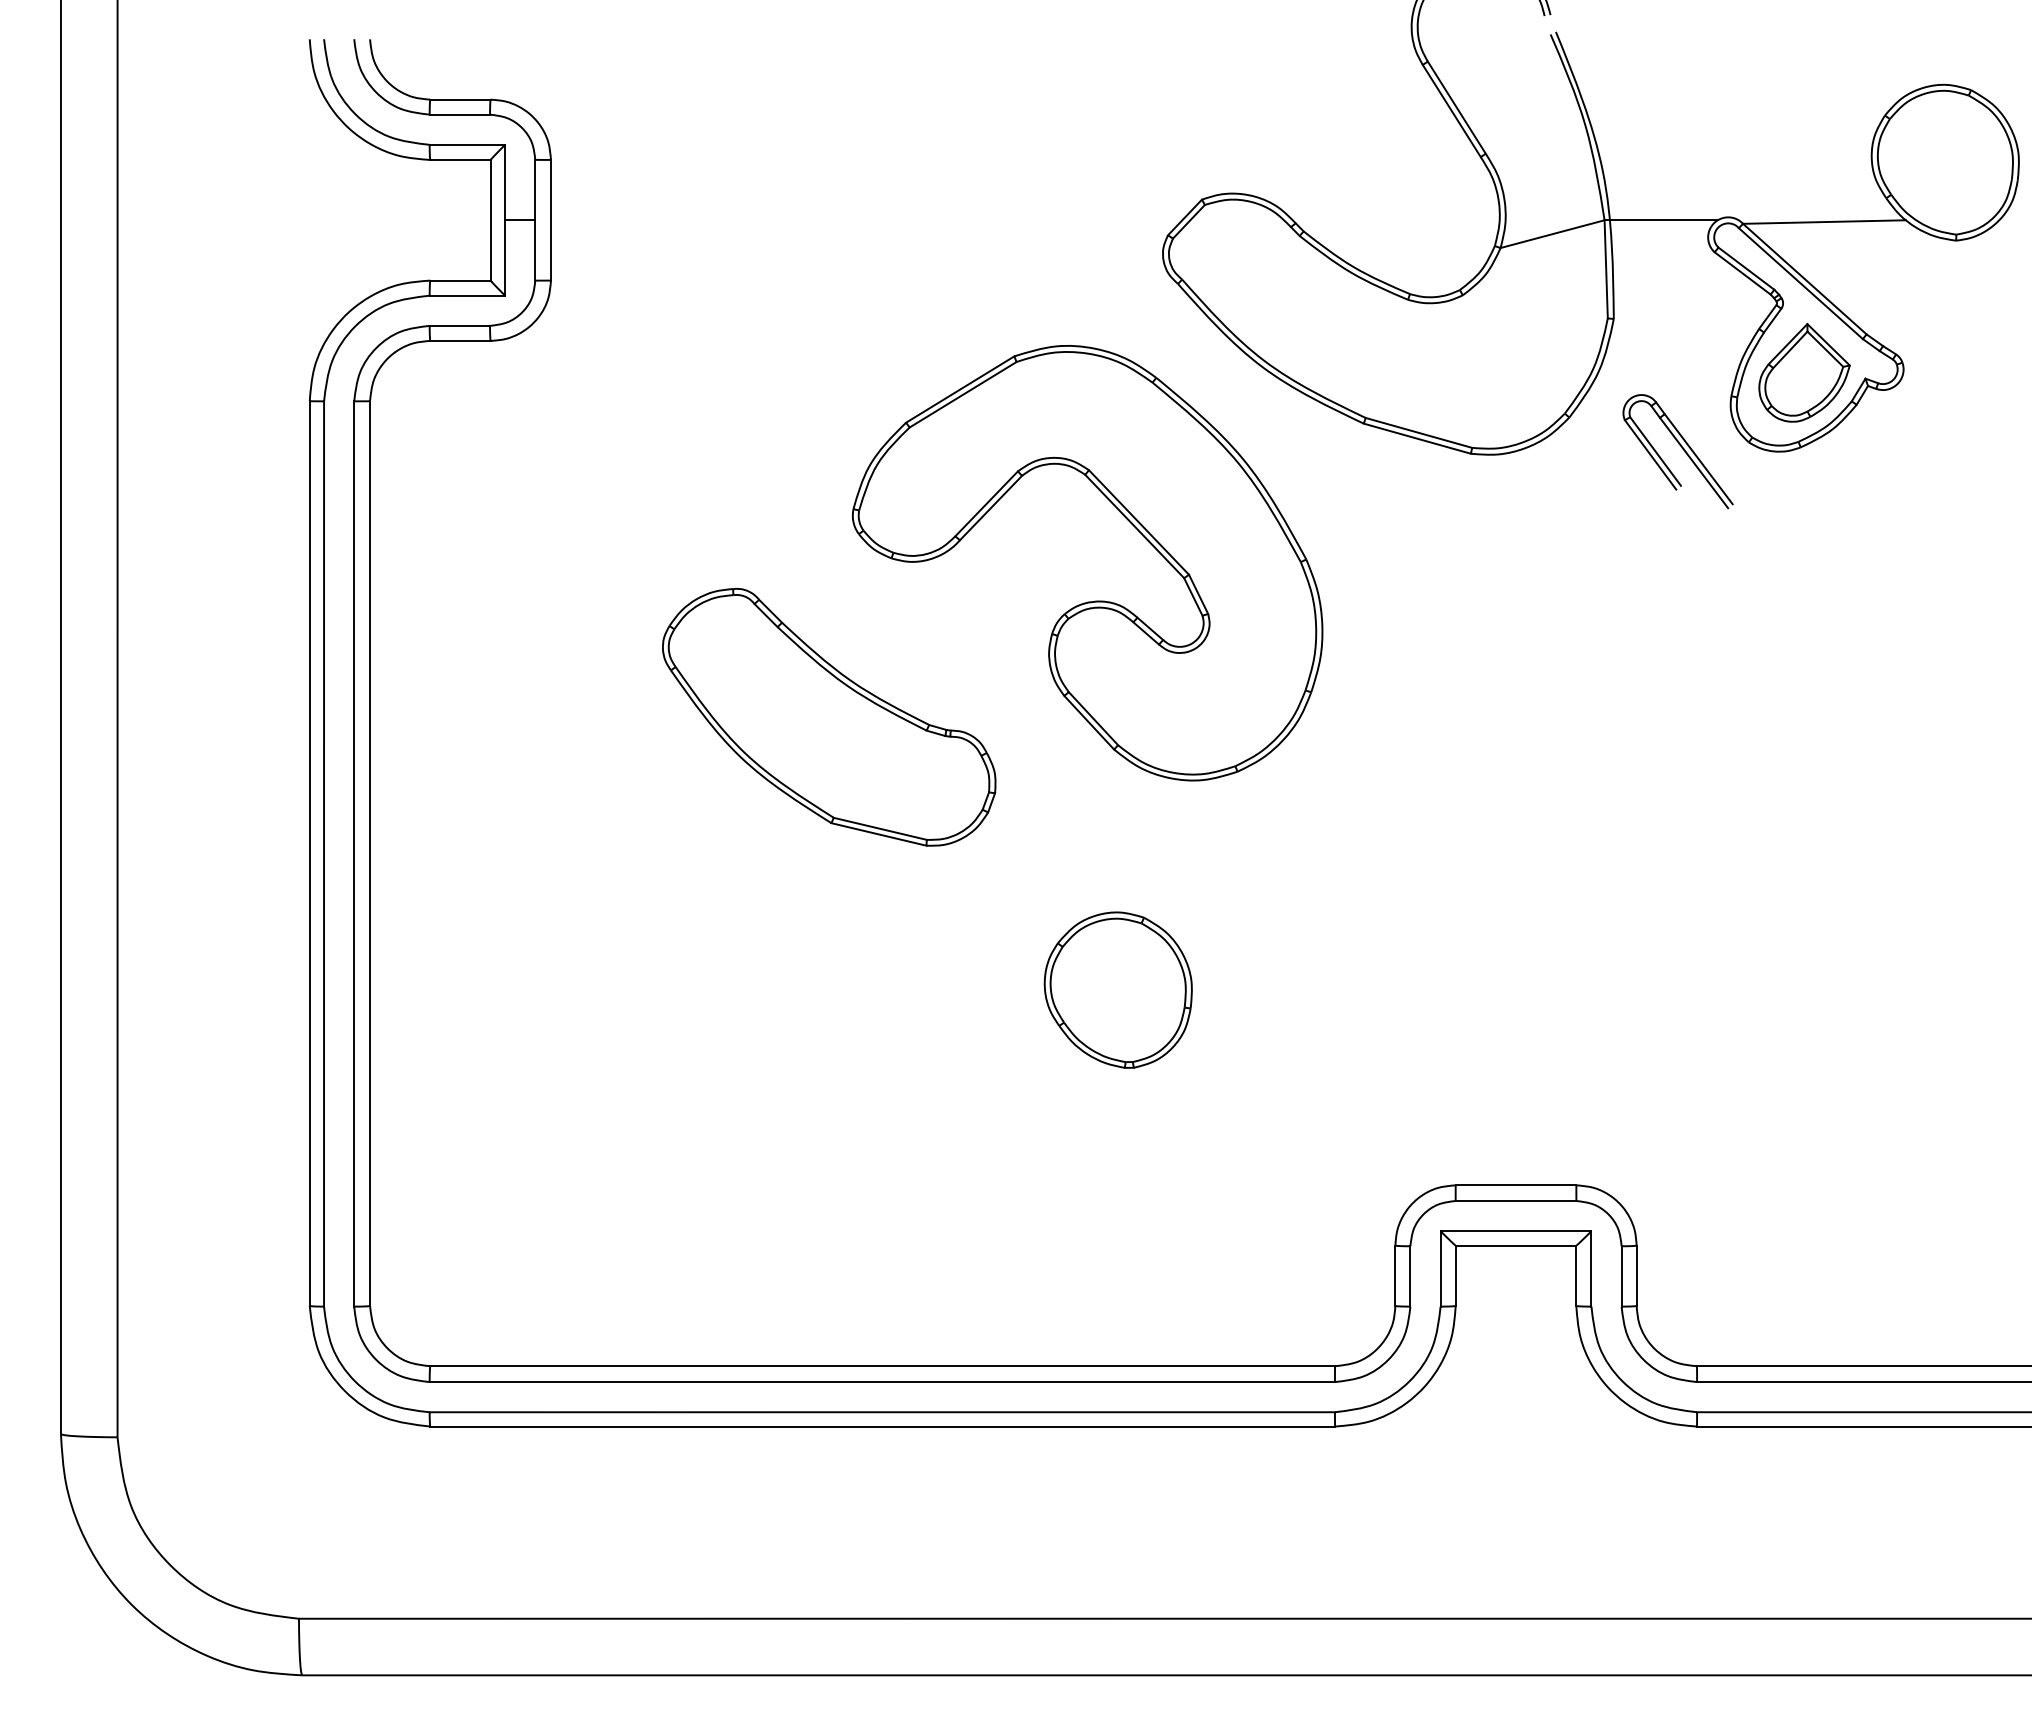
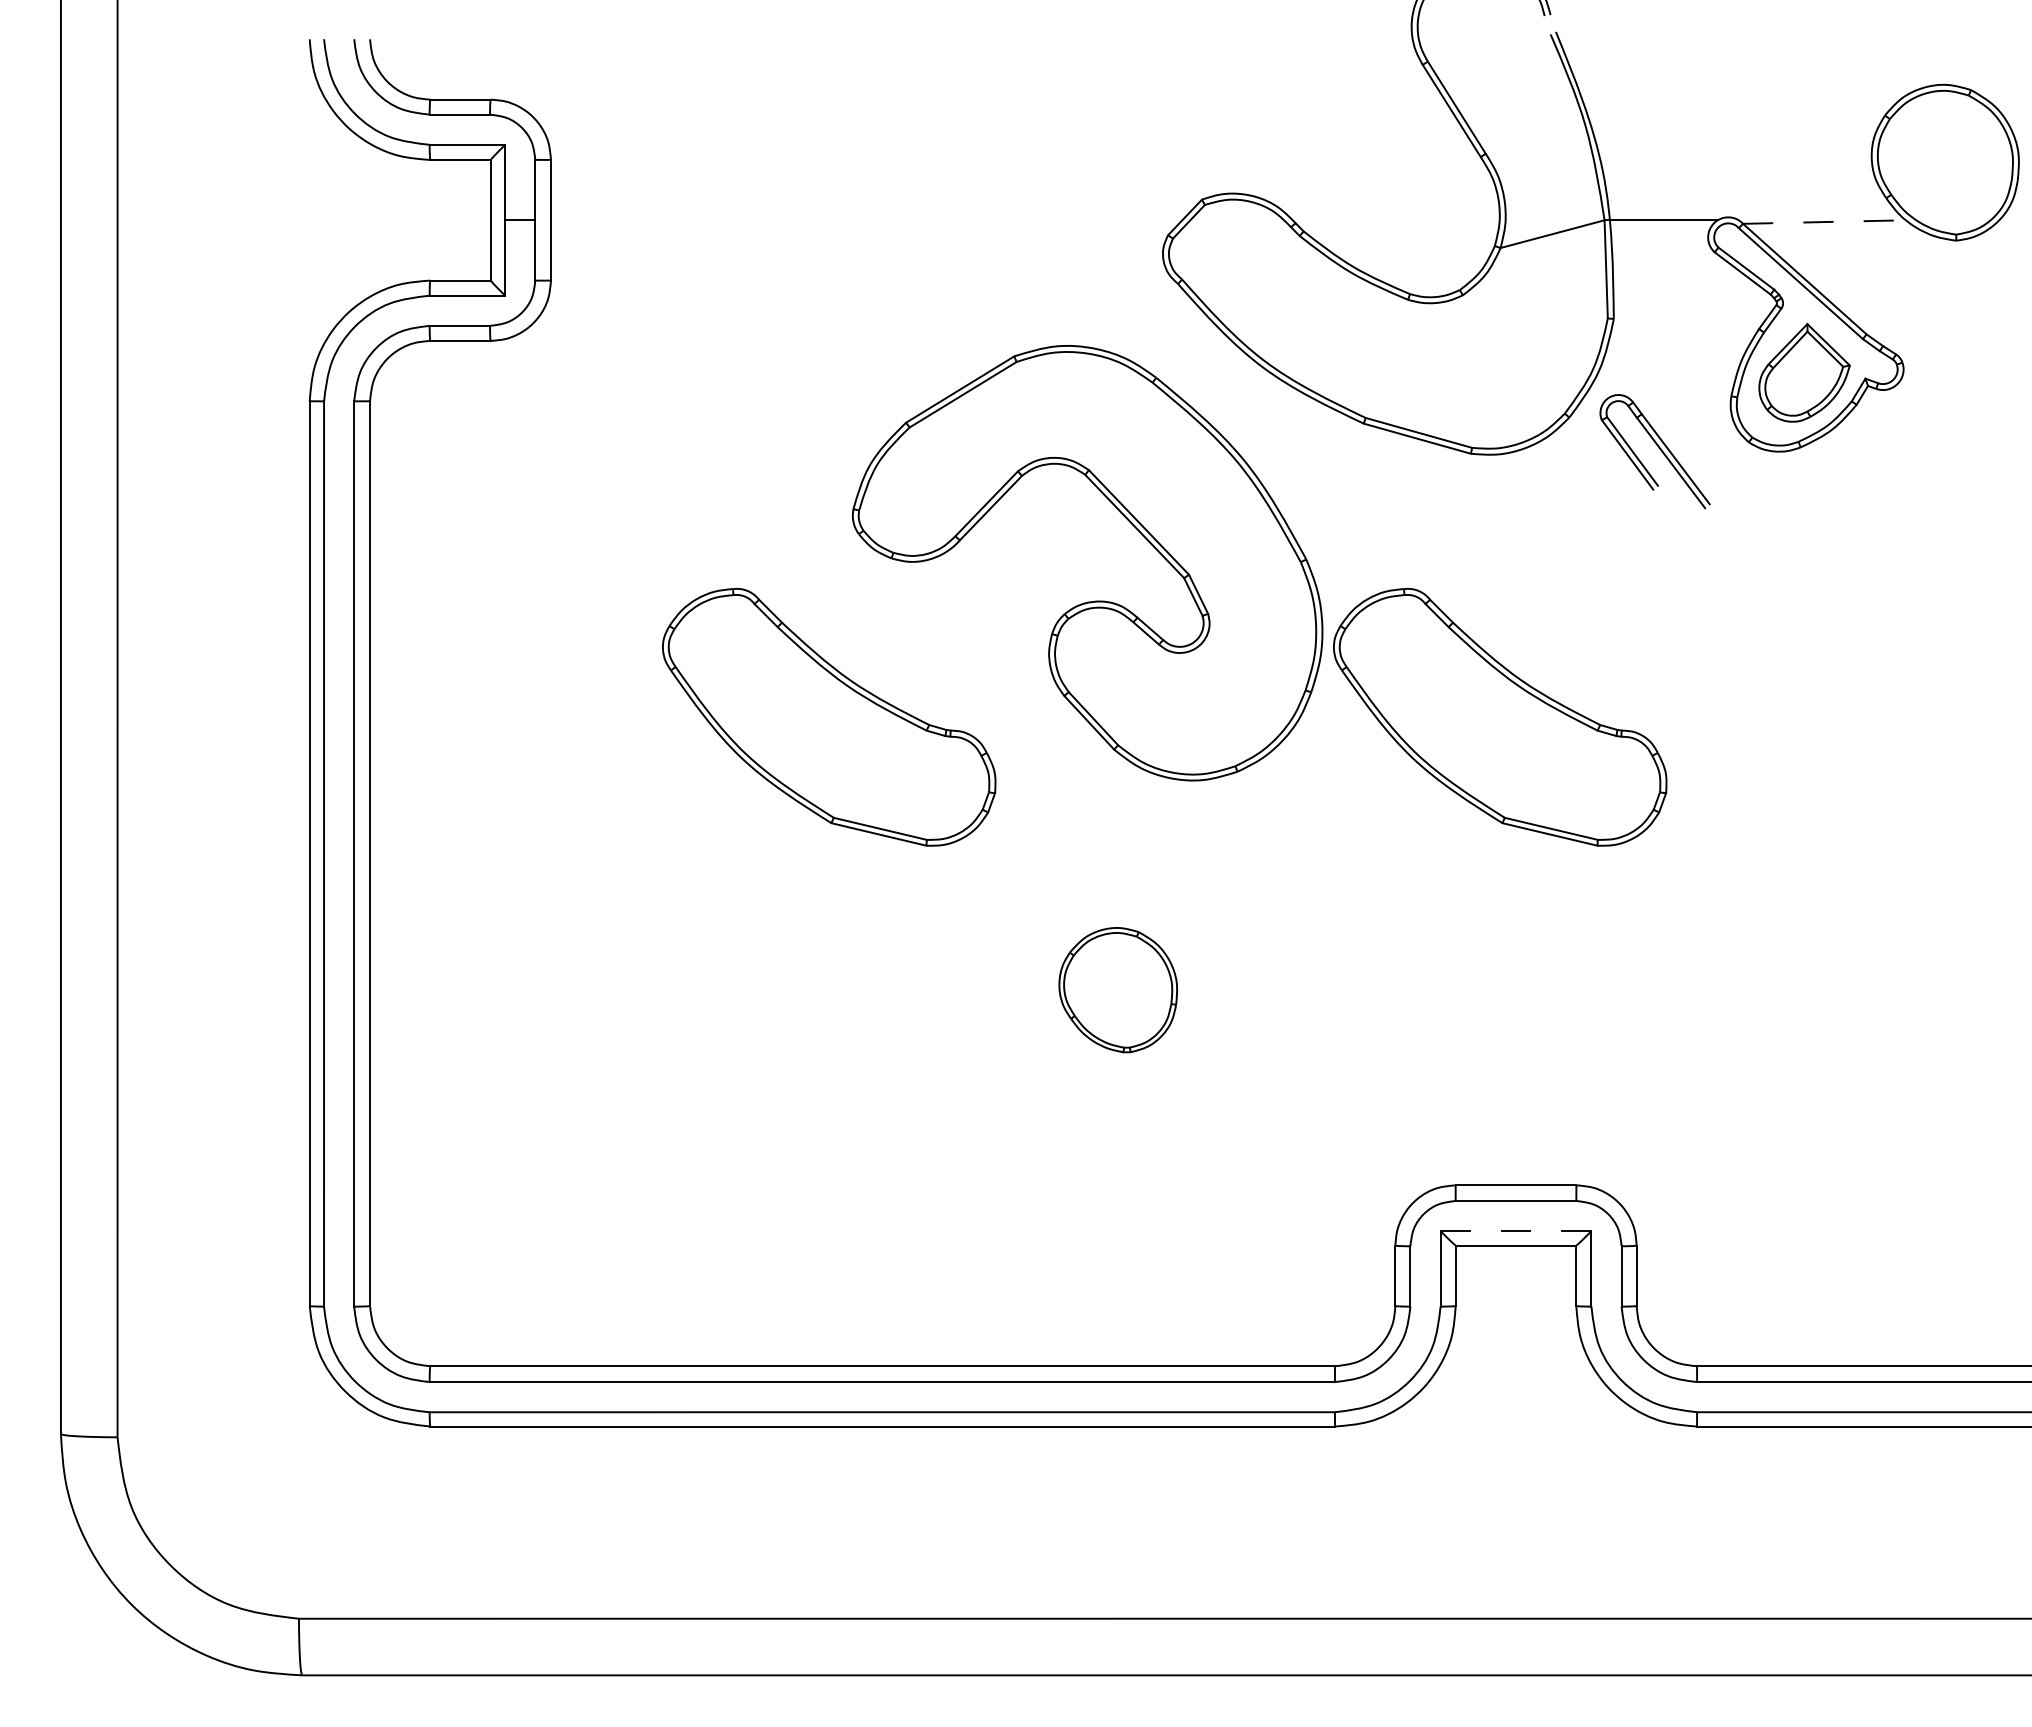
line at (1824, 222): solid -> dashed
part at (1677, 451) position: (1677, 451) -> (1654, 451)
part at (1500, 717): none -> present
part at (1117, 989) size: 150x158 px -> 120x127 px
line at (1516, 1231): solid -> dashed
